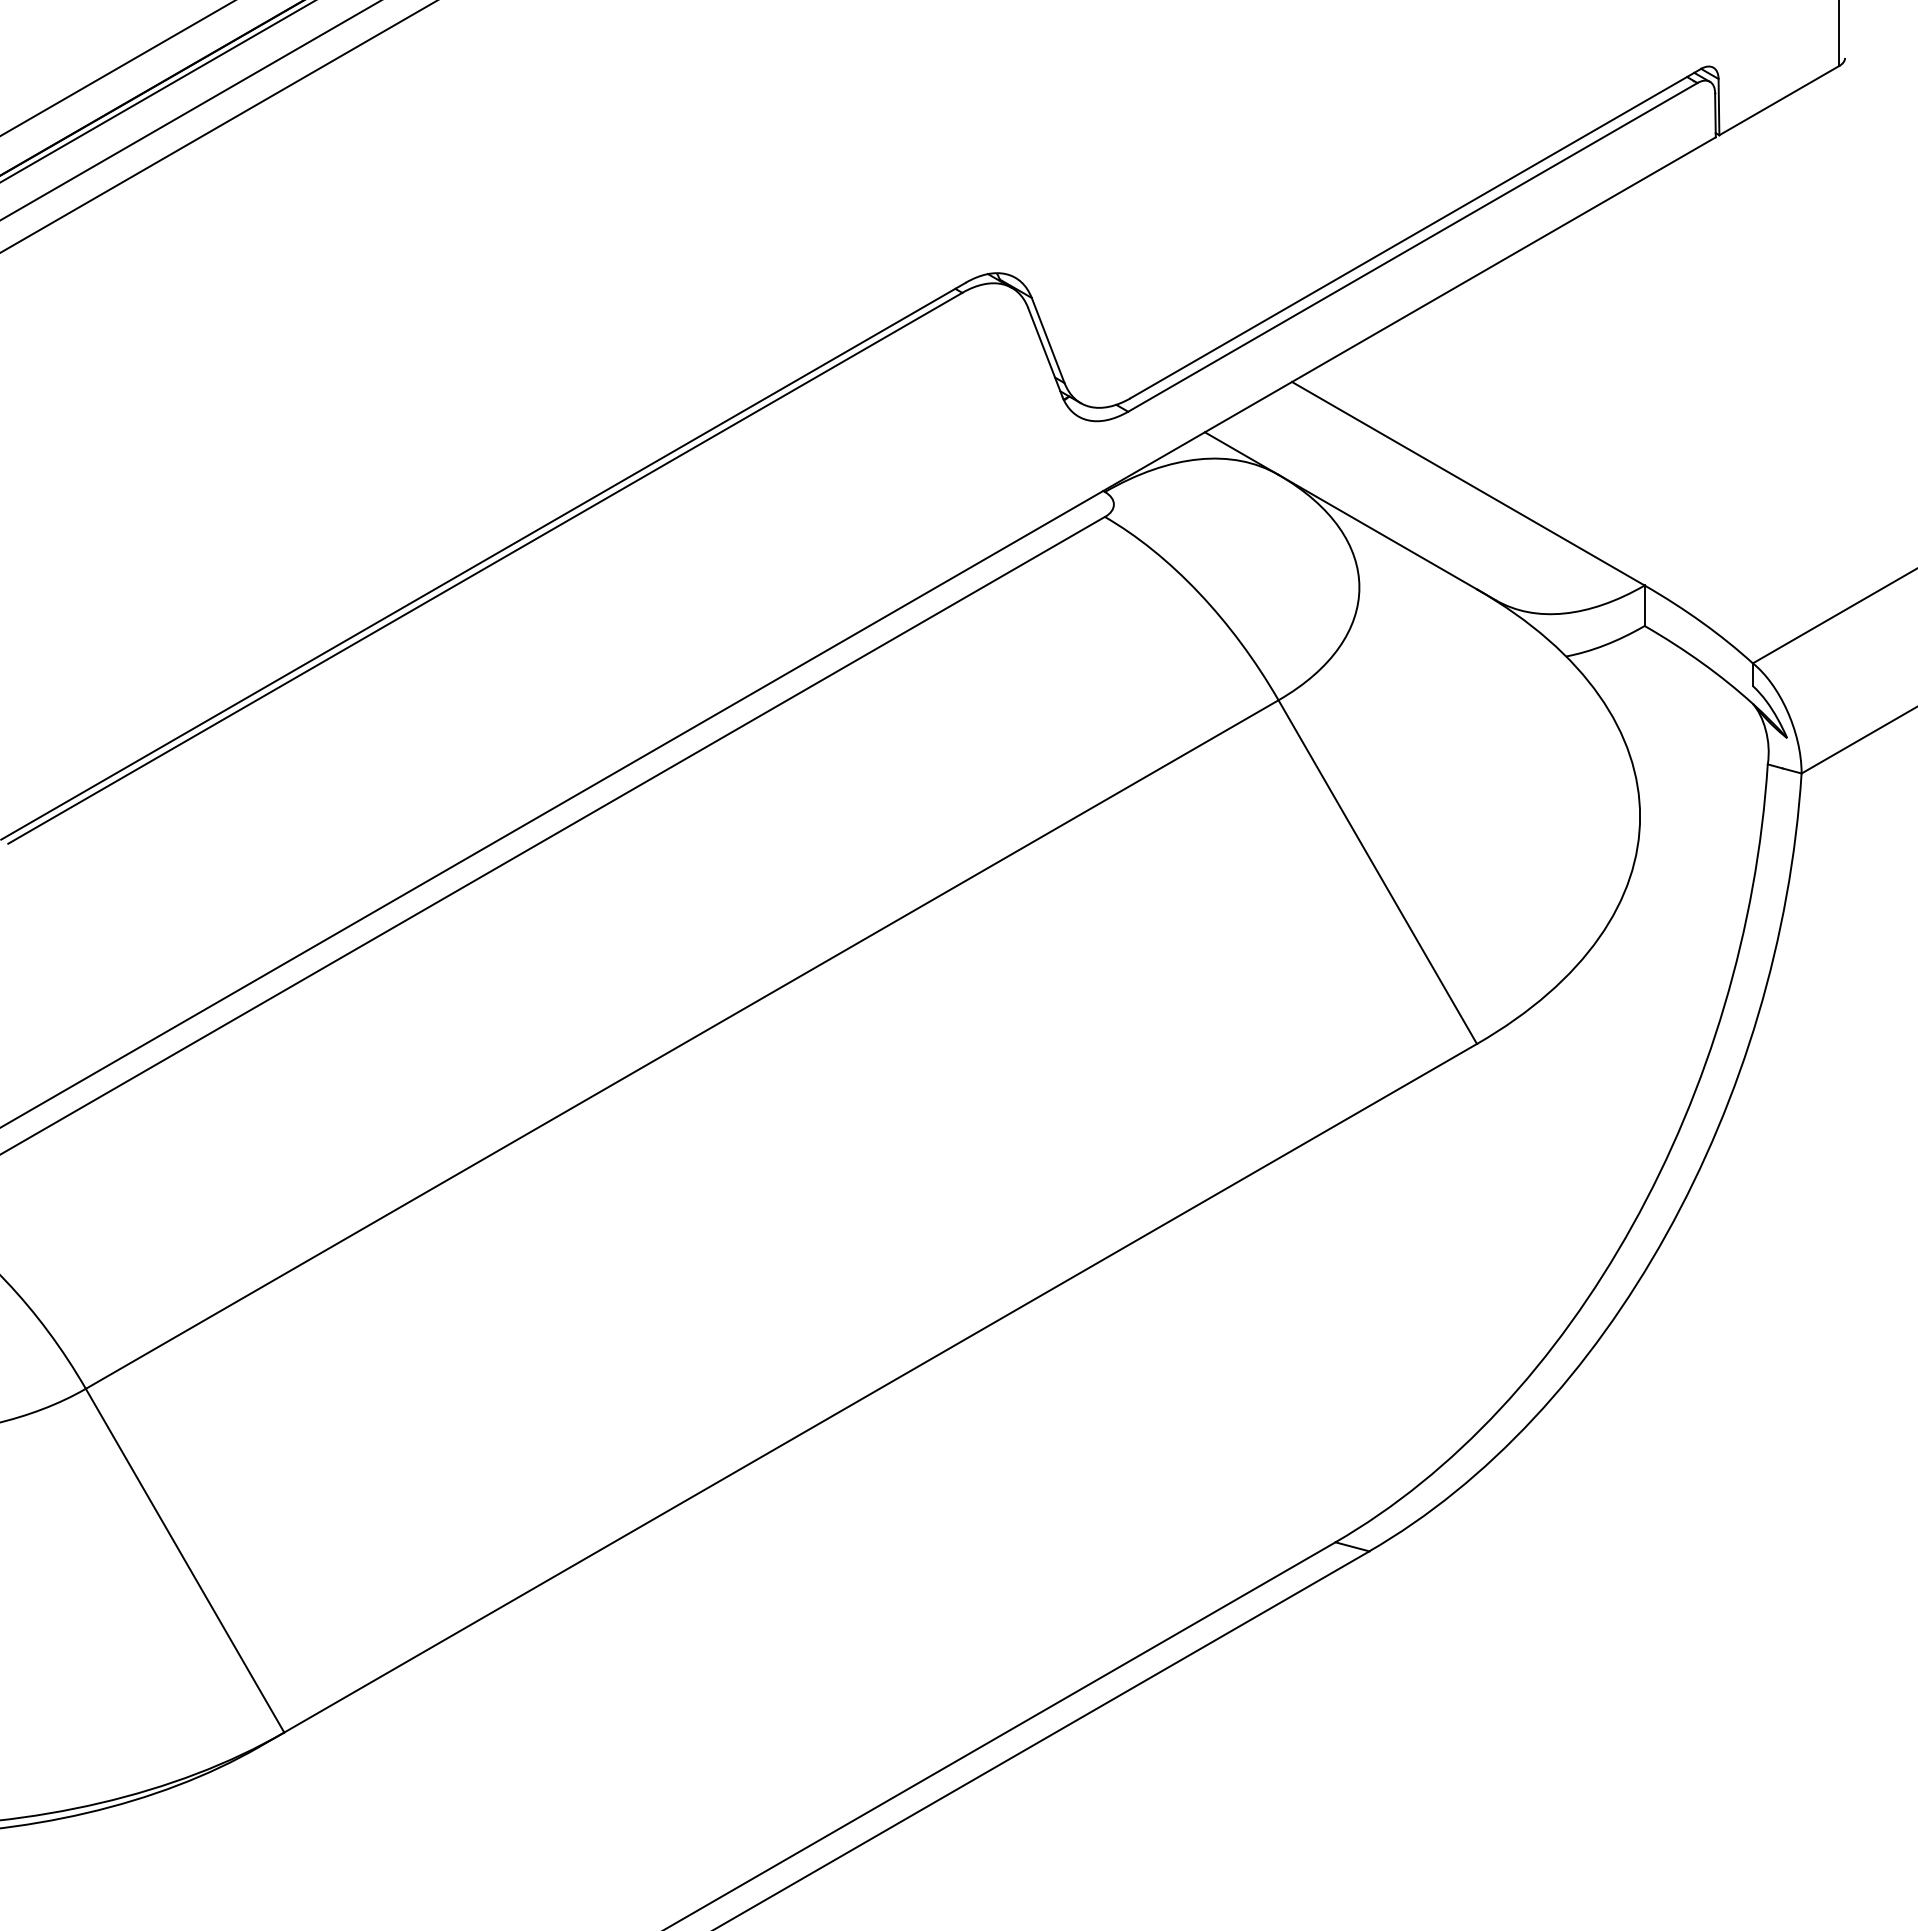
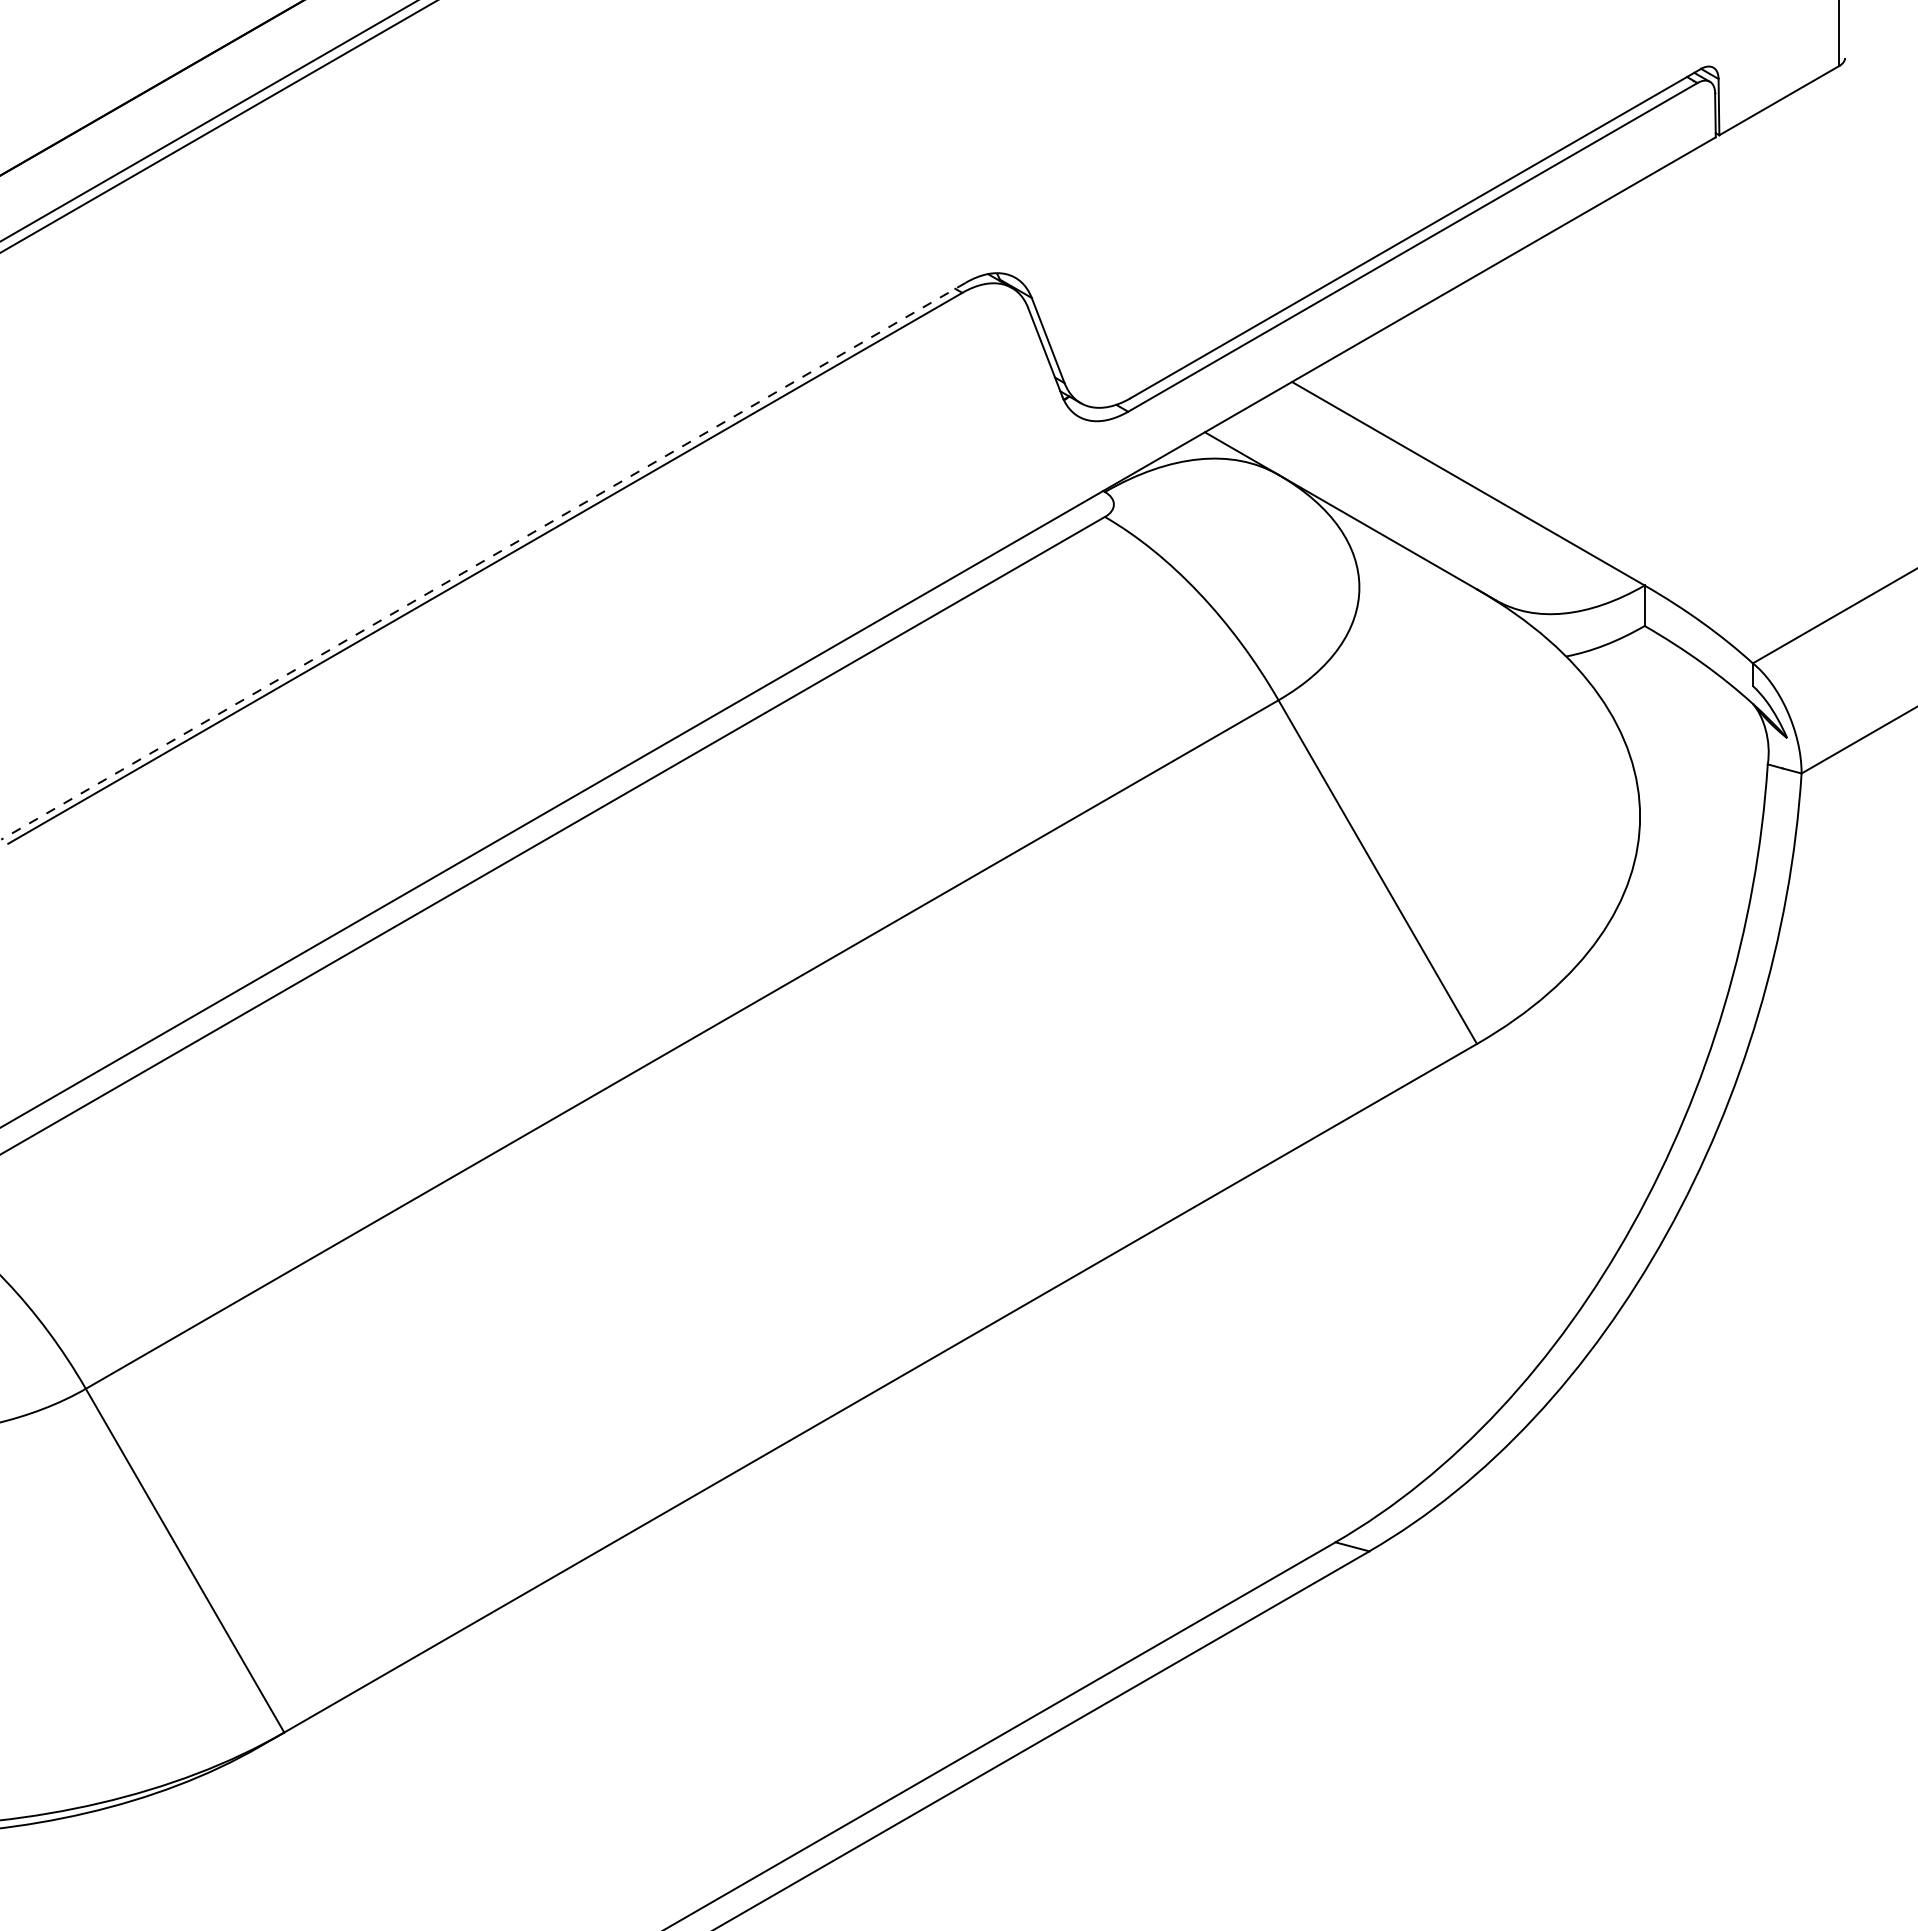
line at (117, 68): present -> none
line at (157, 91): present -> none
line at (190, 110) position: (190, 110) -> (208, 121)
line at (483, 561): solid -> dashed
